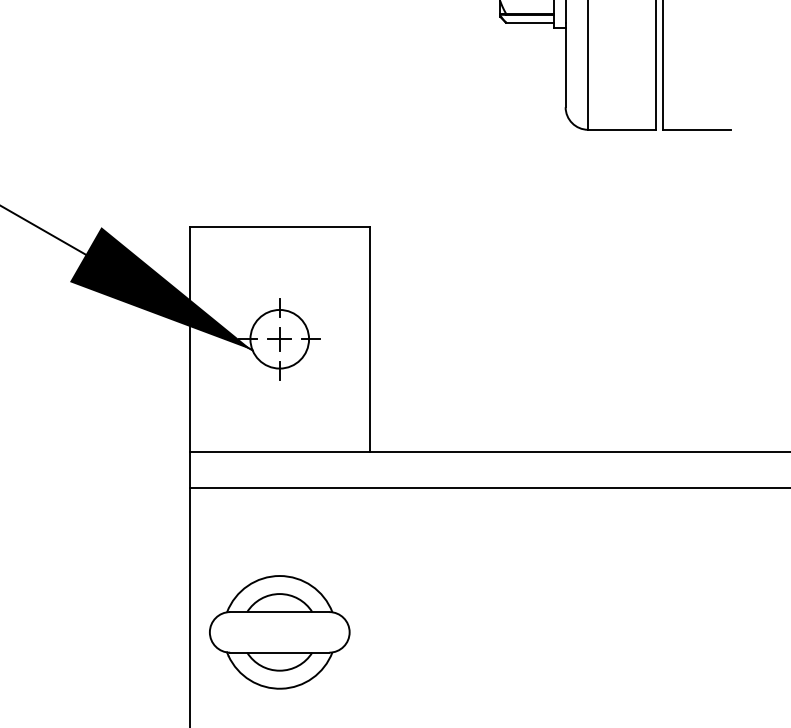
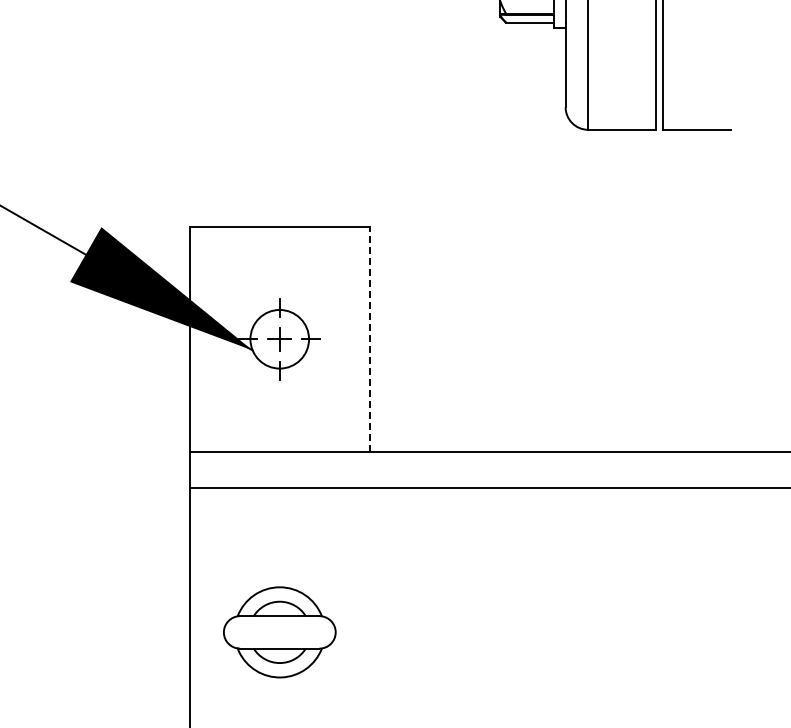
line at (369, 339): solid -> dashed
part at (279, 632) size: 142x115 px -> 114x93 px
